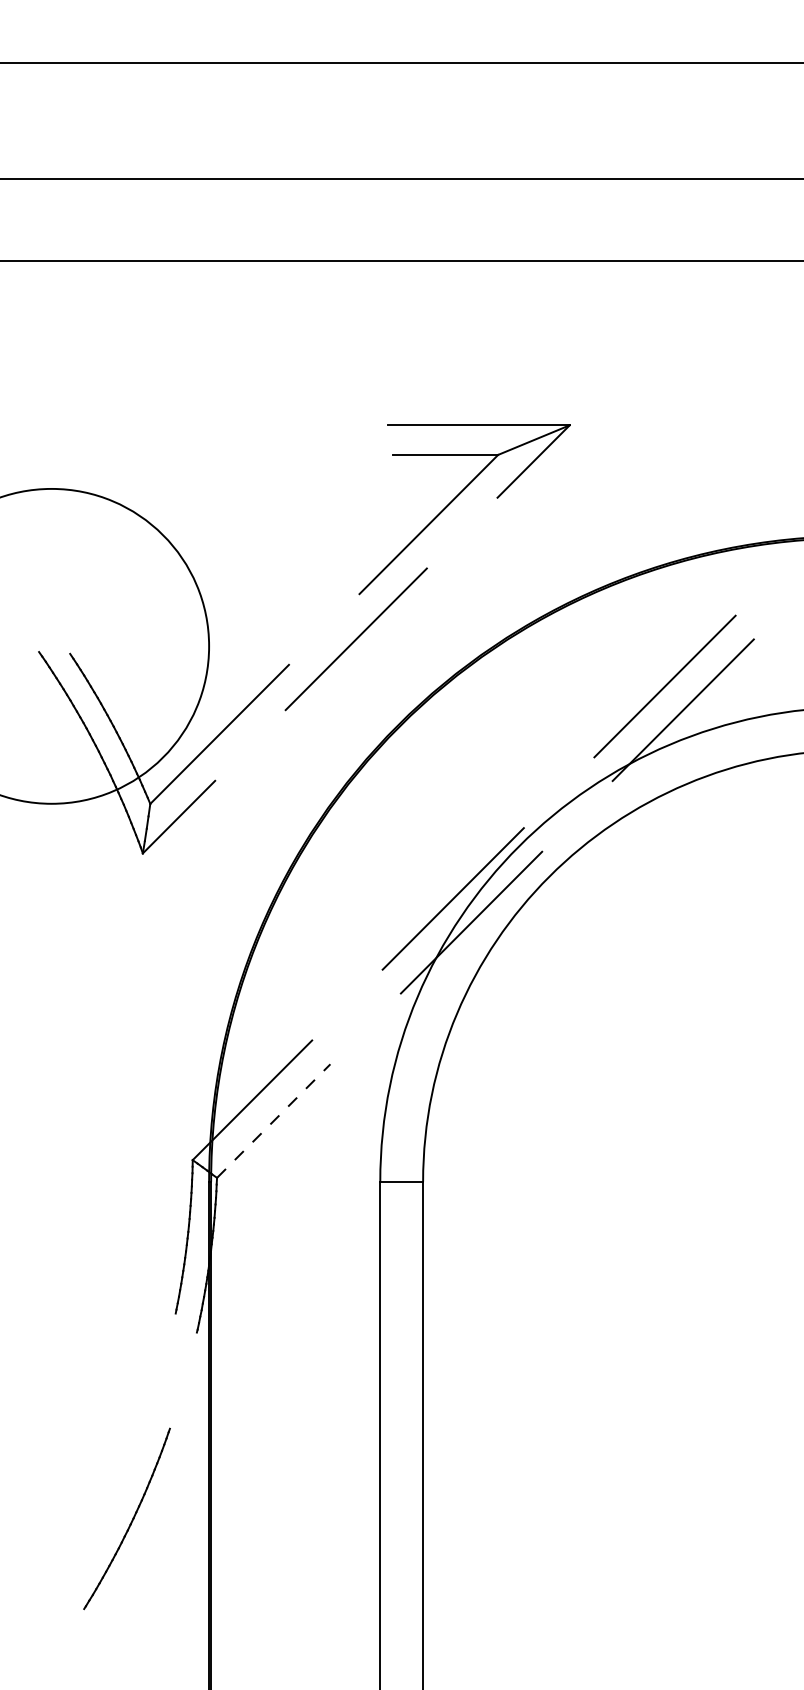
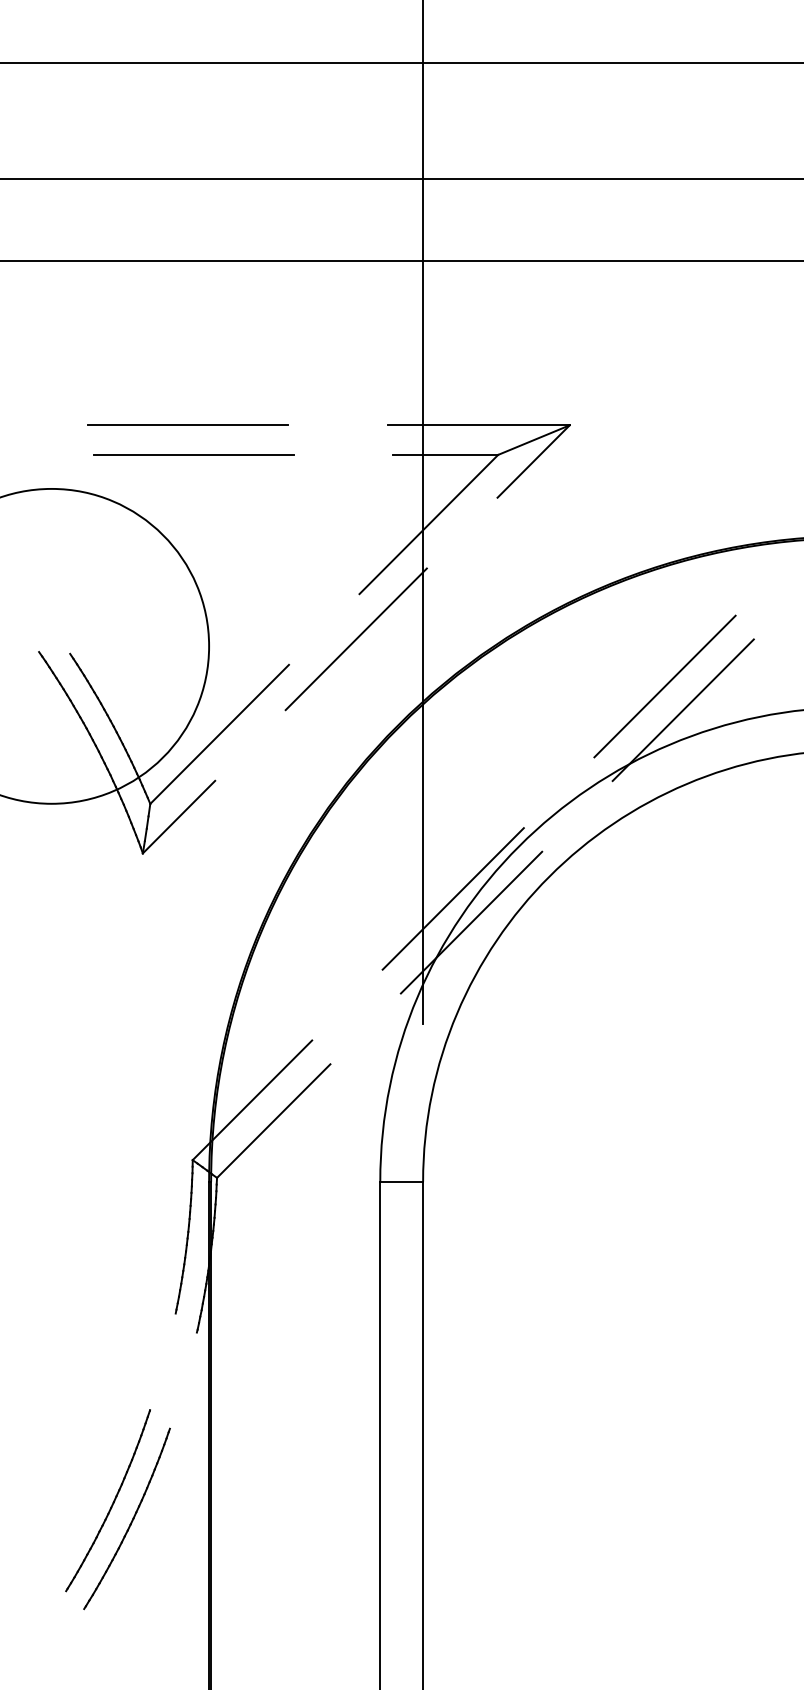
line at (187, 425): none -> present
line at (193, 454): none -> present
line at (423, 513): none -> present
line at (274, 1120): dashed -> solid
part at (107, 1500): none -> present
